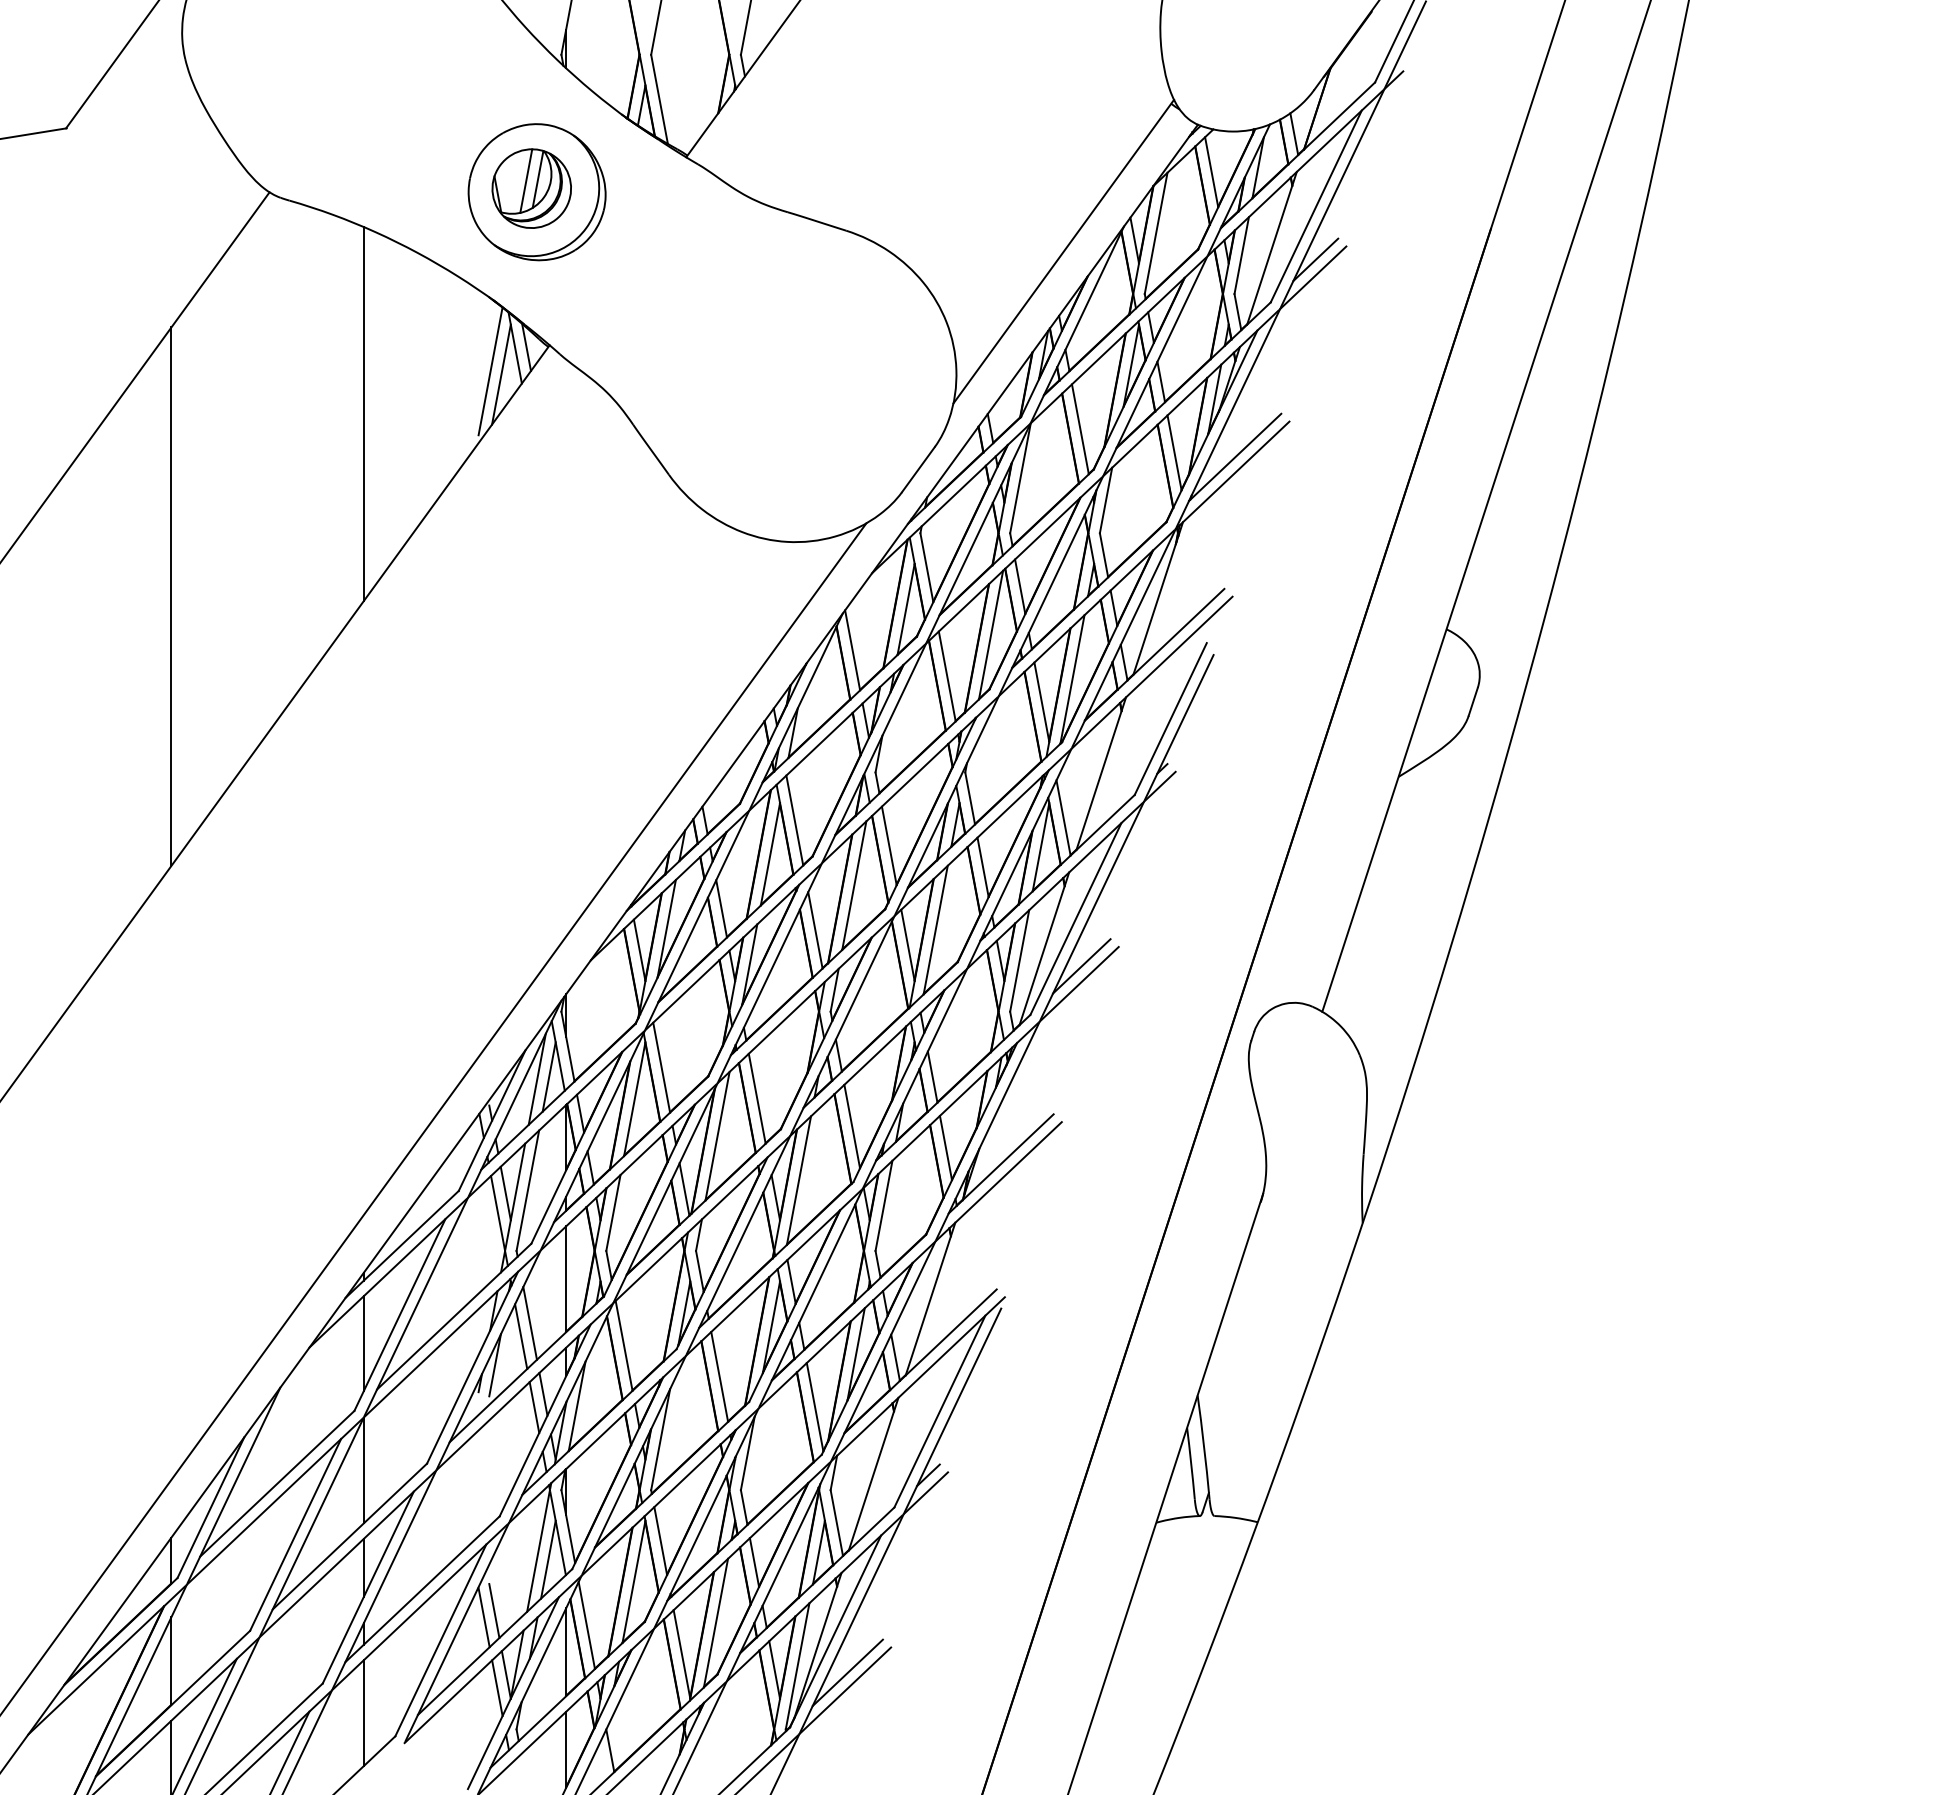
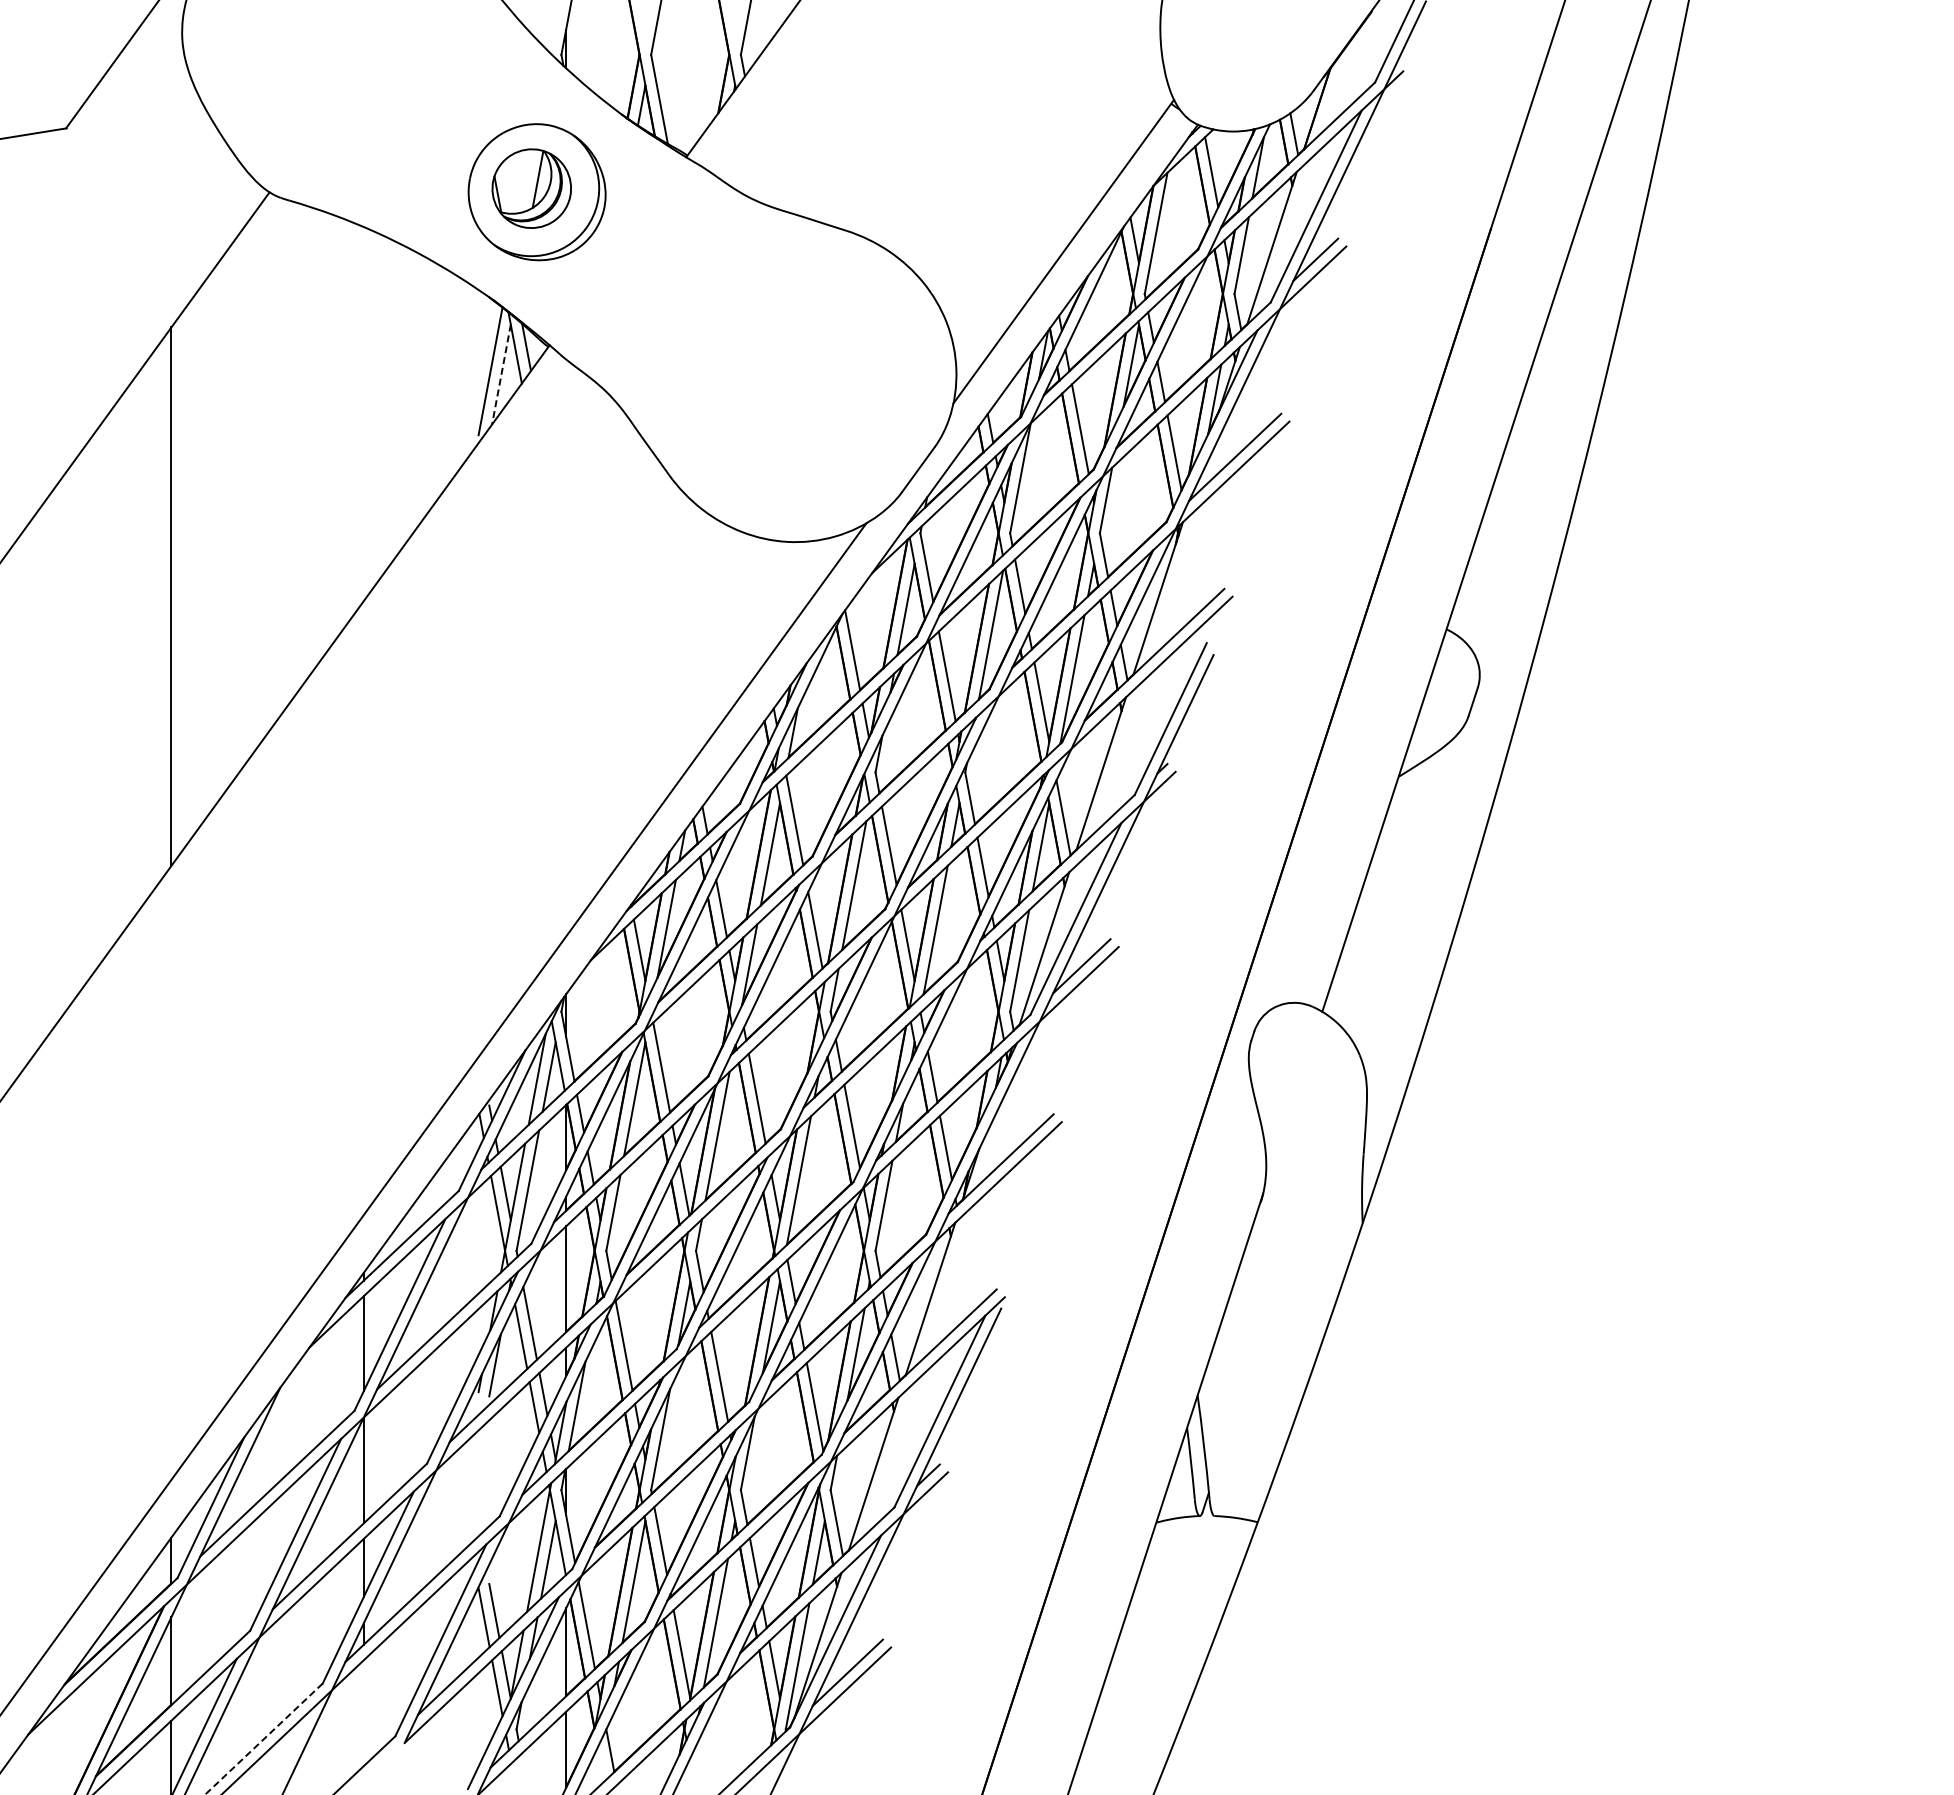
line at (526, 180): present -> none
line at (501, 374): solid -> dashed
line at (363, 414): present -> none
line at (363, 1713): present -> none
line at (264, 1739): solid -> dashed
line at (290, 1751): present -> none
